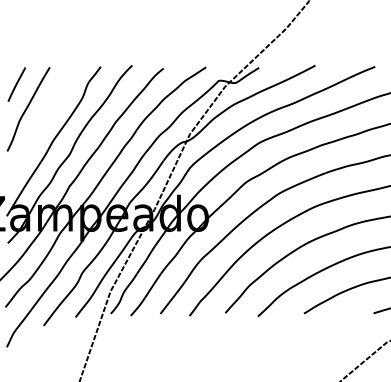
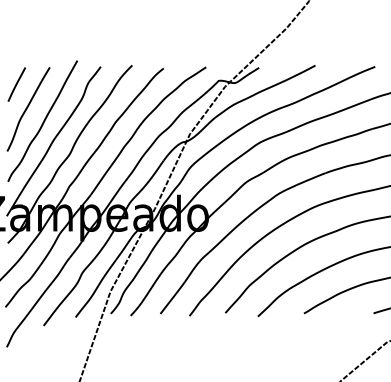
curve at (43, 120): none -> present
